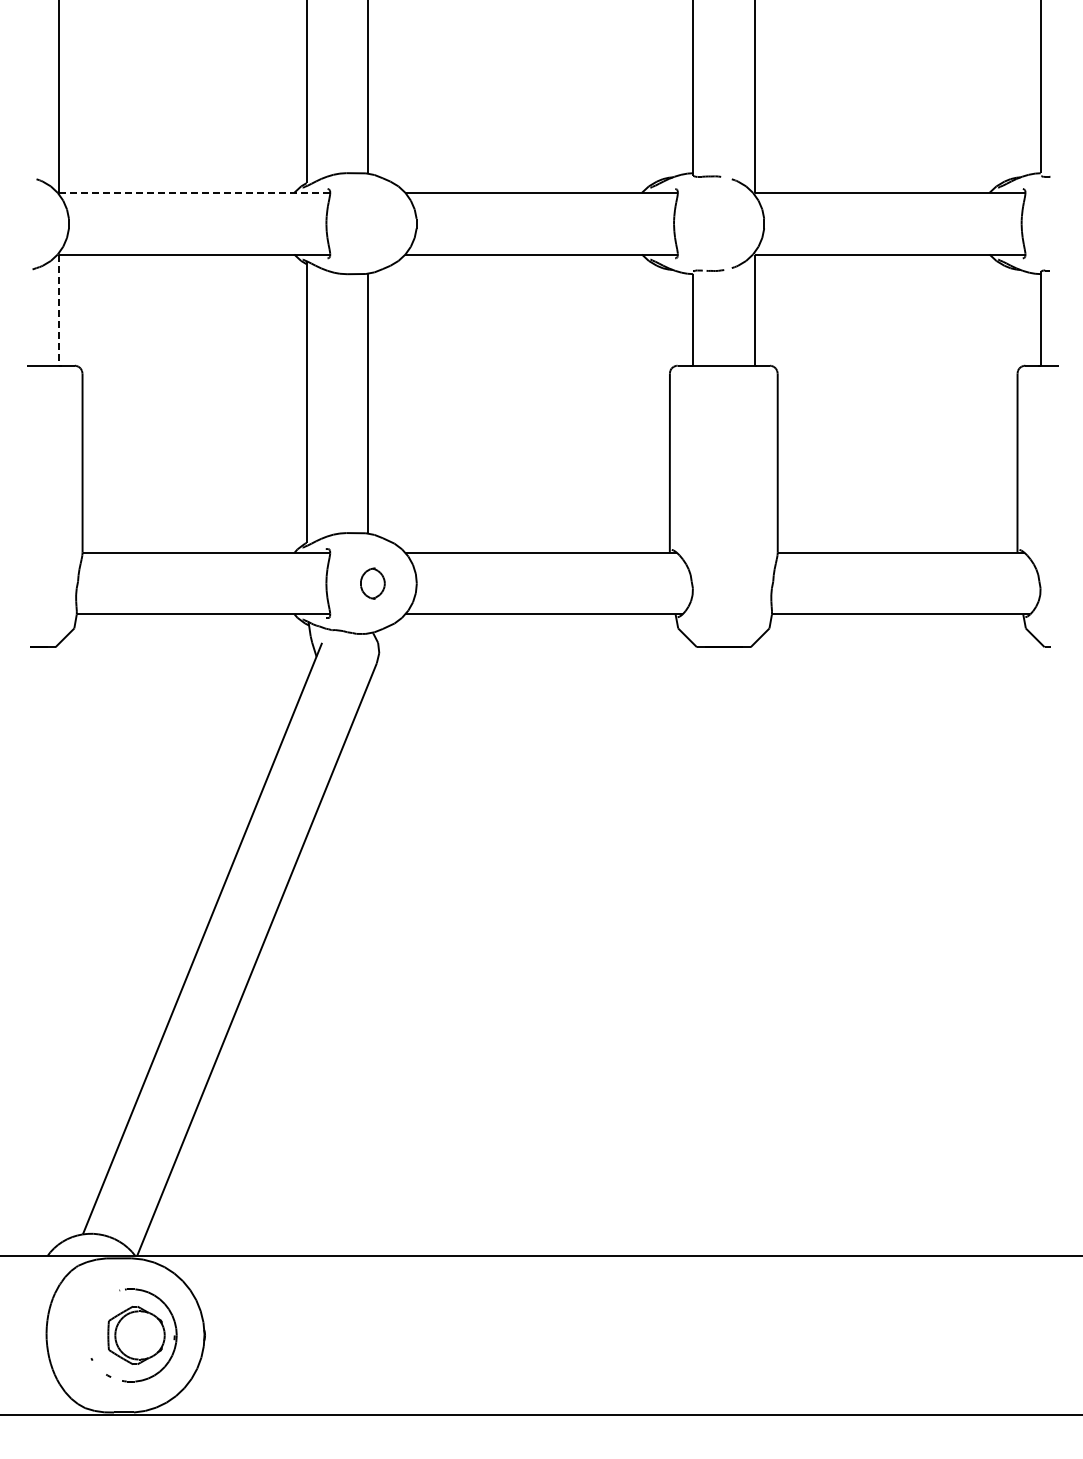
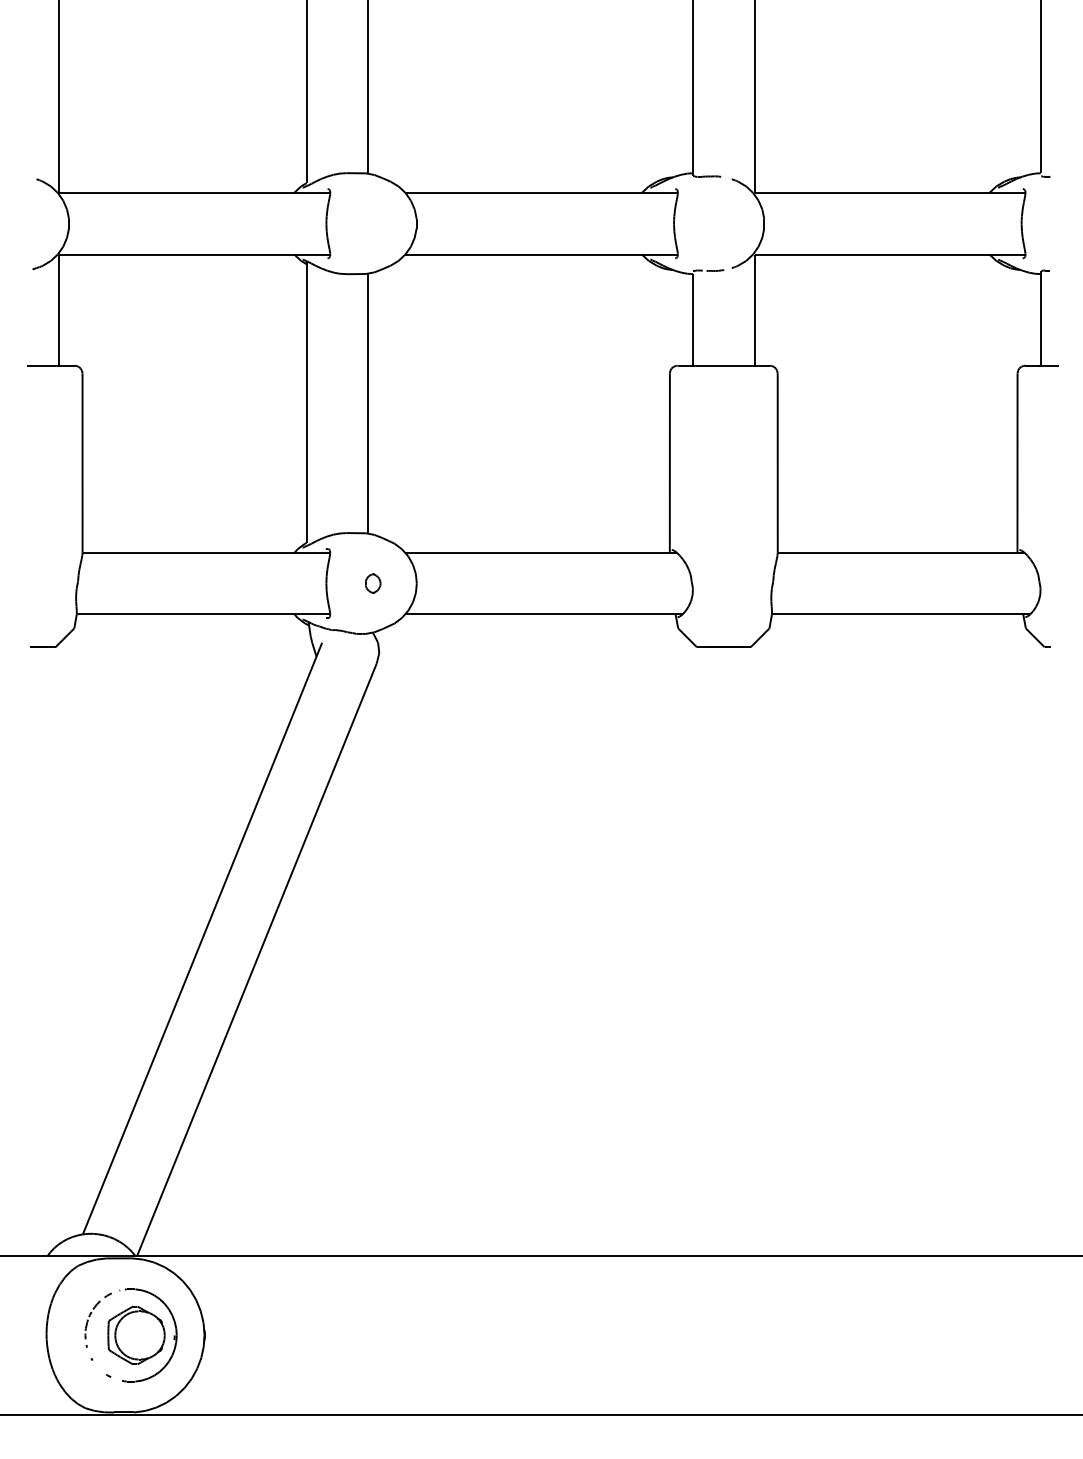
line at (194, 192): dashed -> solid
line at (59, 310): dashed -> solid
part at (372, 583) size: 26x33 px -> 17x21 px
part at (90, 1316): none -> present
